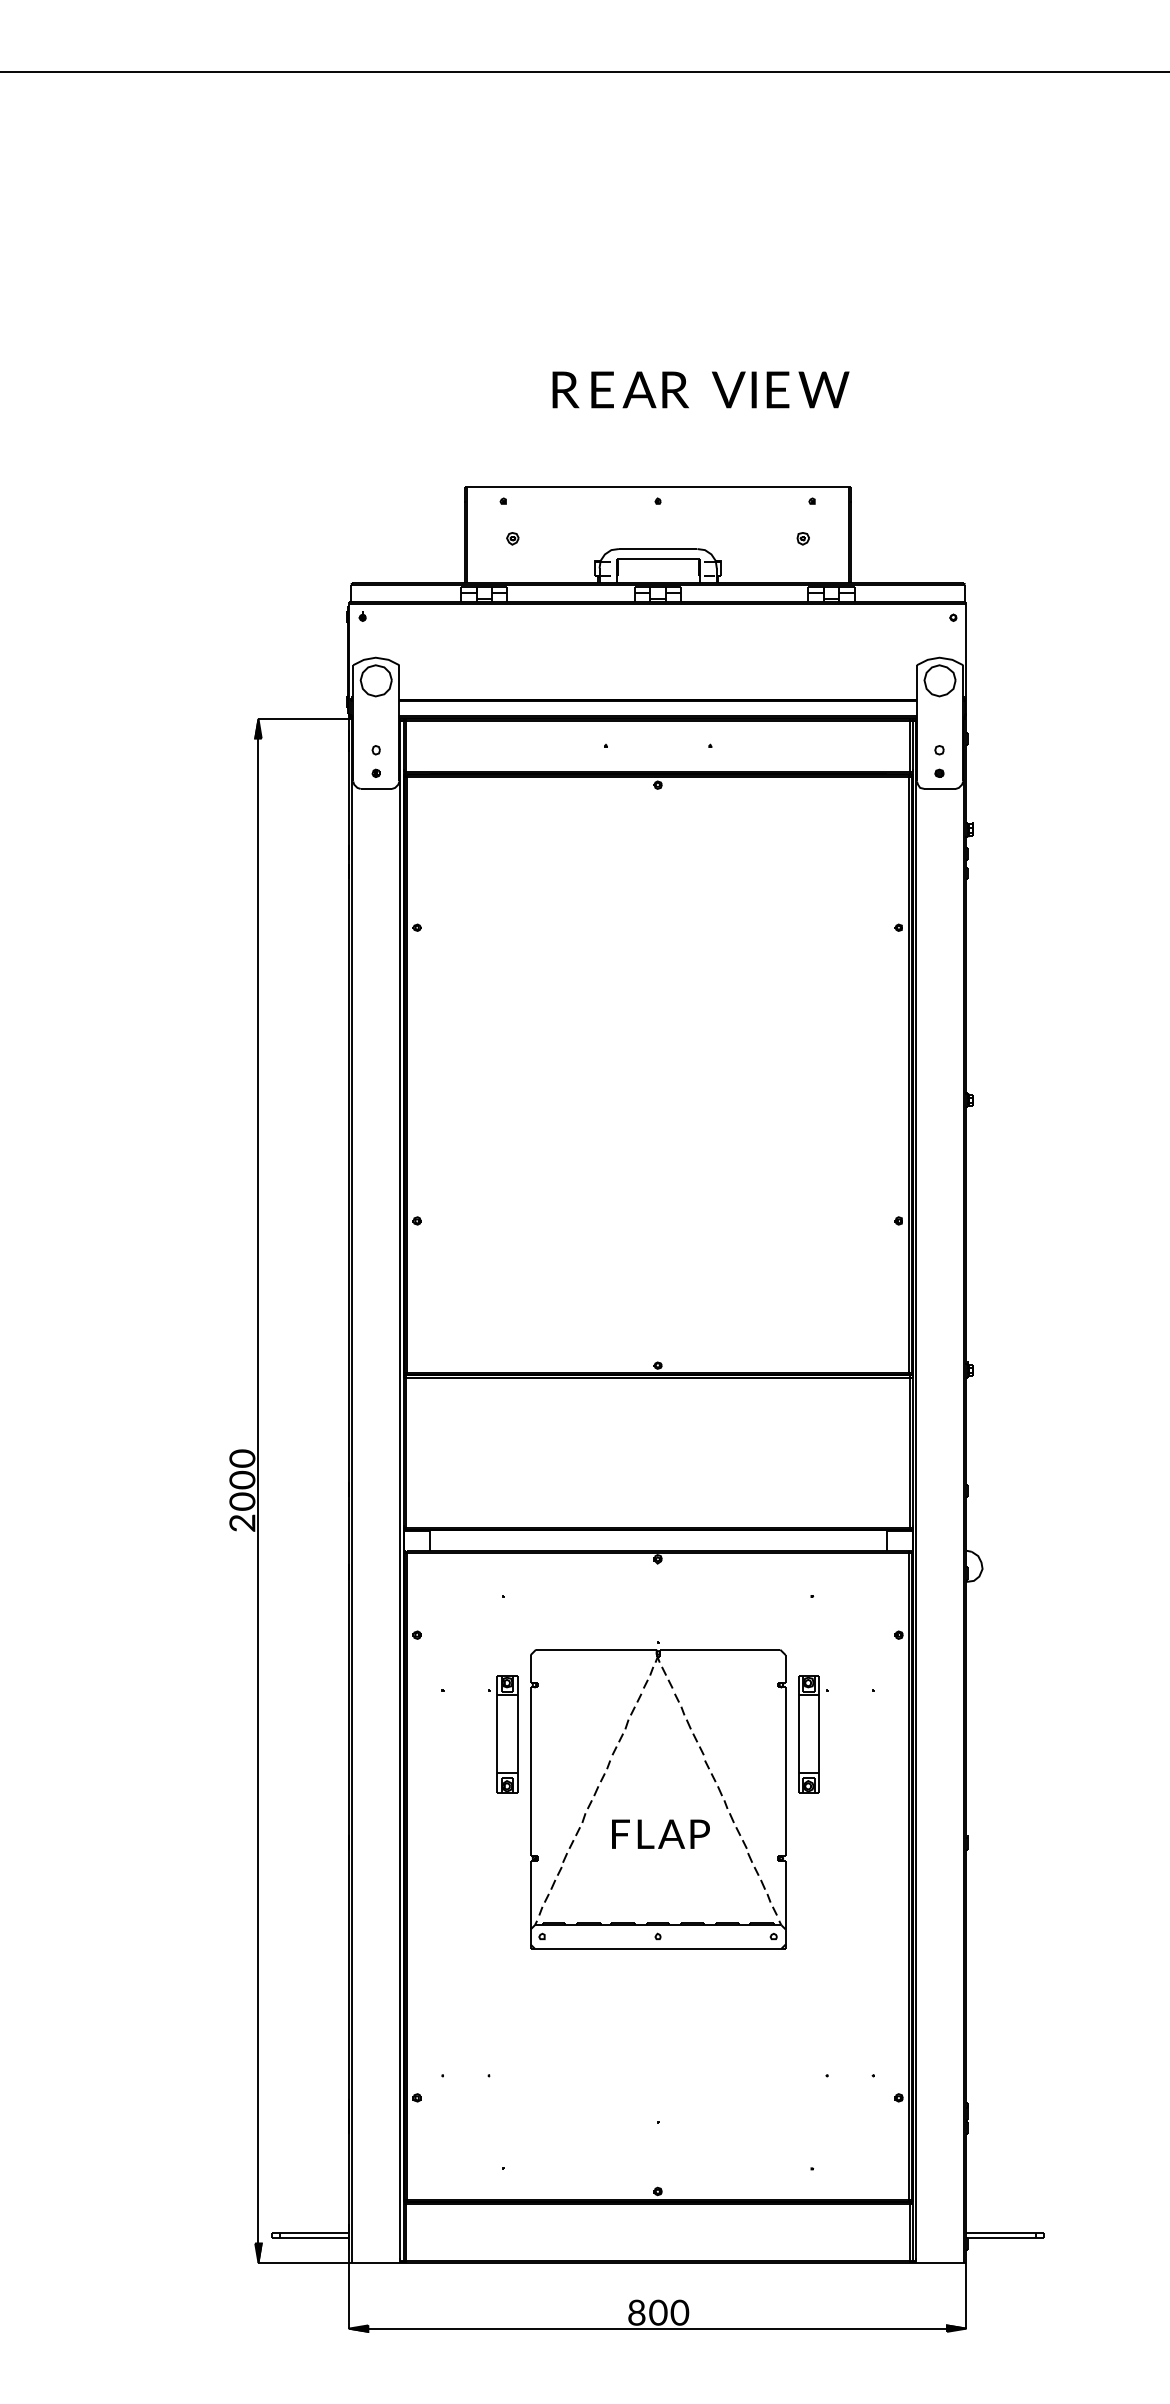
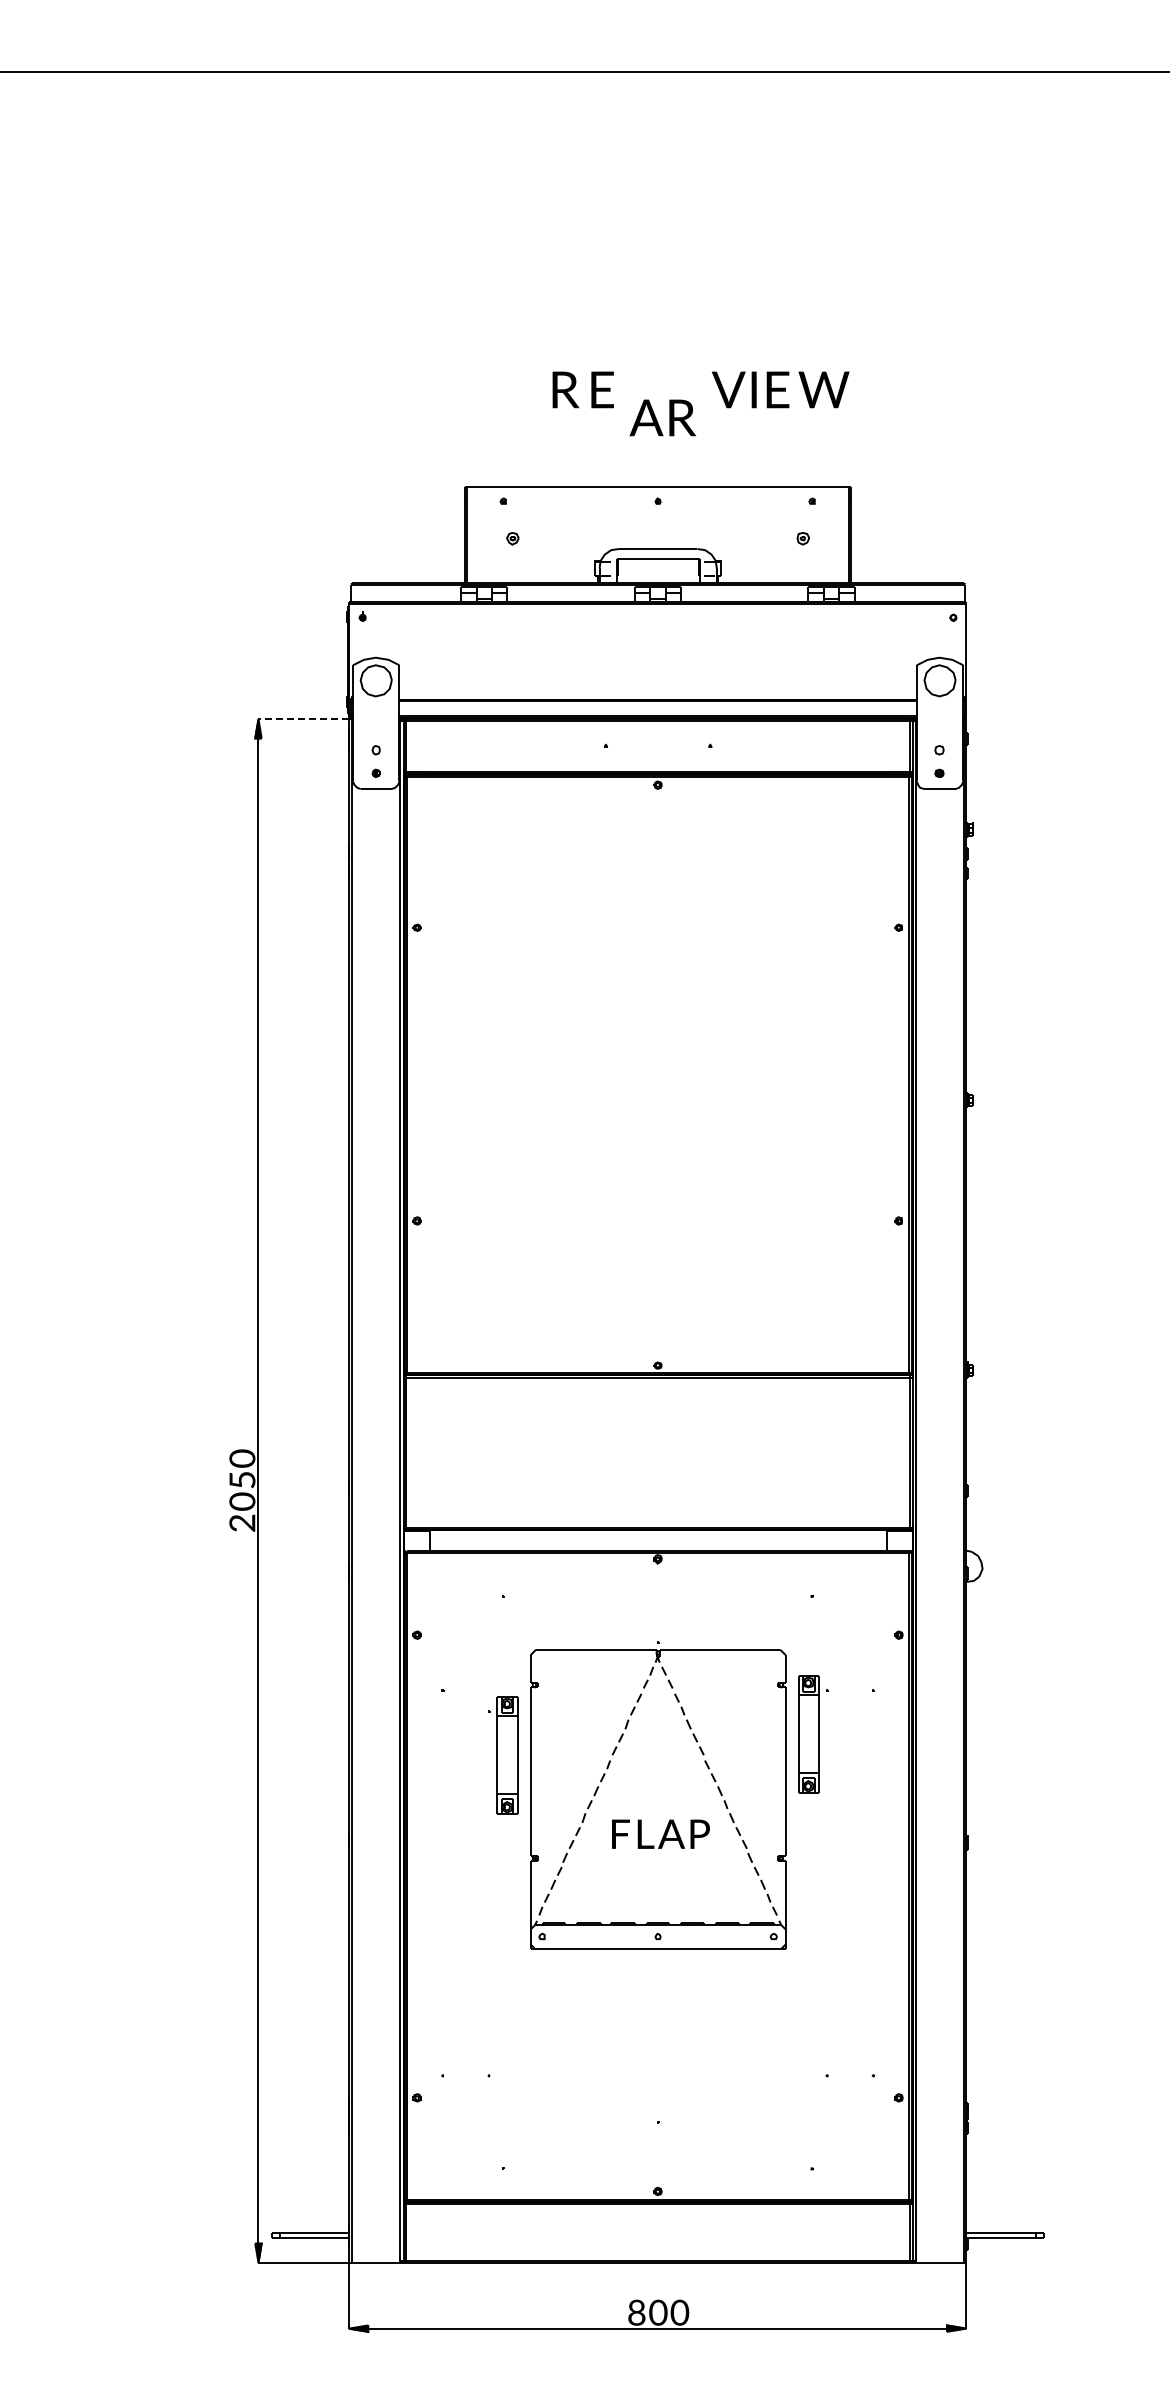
text at (655, 389) position: (655, 389) -> (662, 417)
line at (303, 719): solid -> dashed
text at (242, 1479): 0 -> 5
part at (503, 1734) position: (503, 1734) -> (503, 1755)
